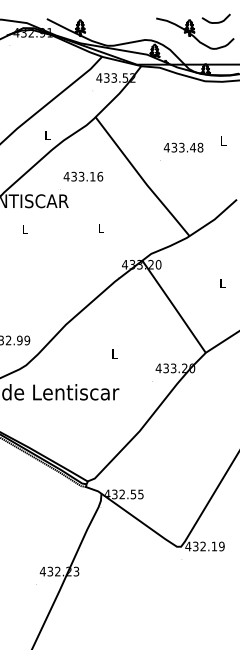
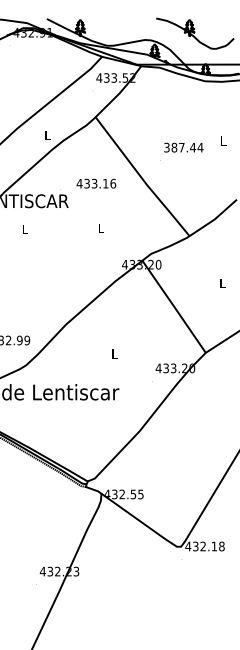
curve at (215, 22): present -> none
text at (183, 147): 433.48 -> 387.44
text at (83, 176) position: (83, 176) -> (96, 183)
text at (221, 546): 432.19 -> 432.18
